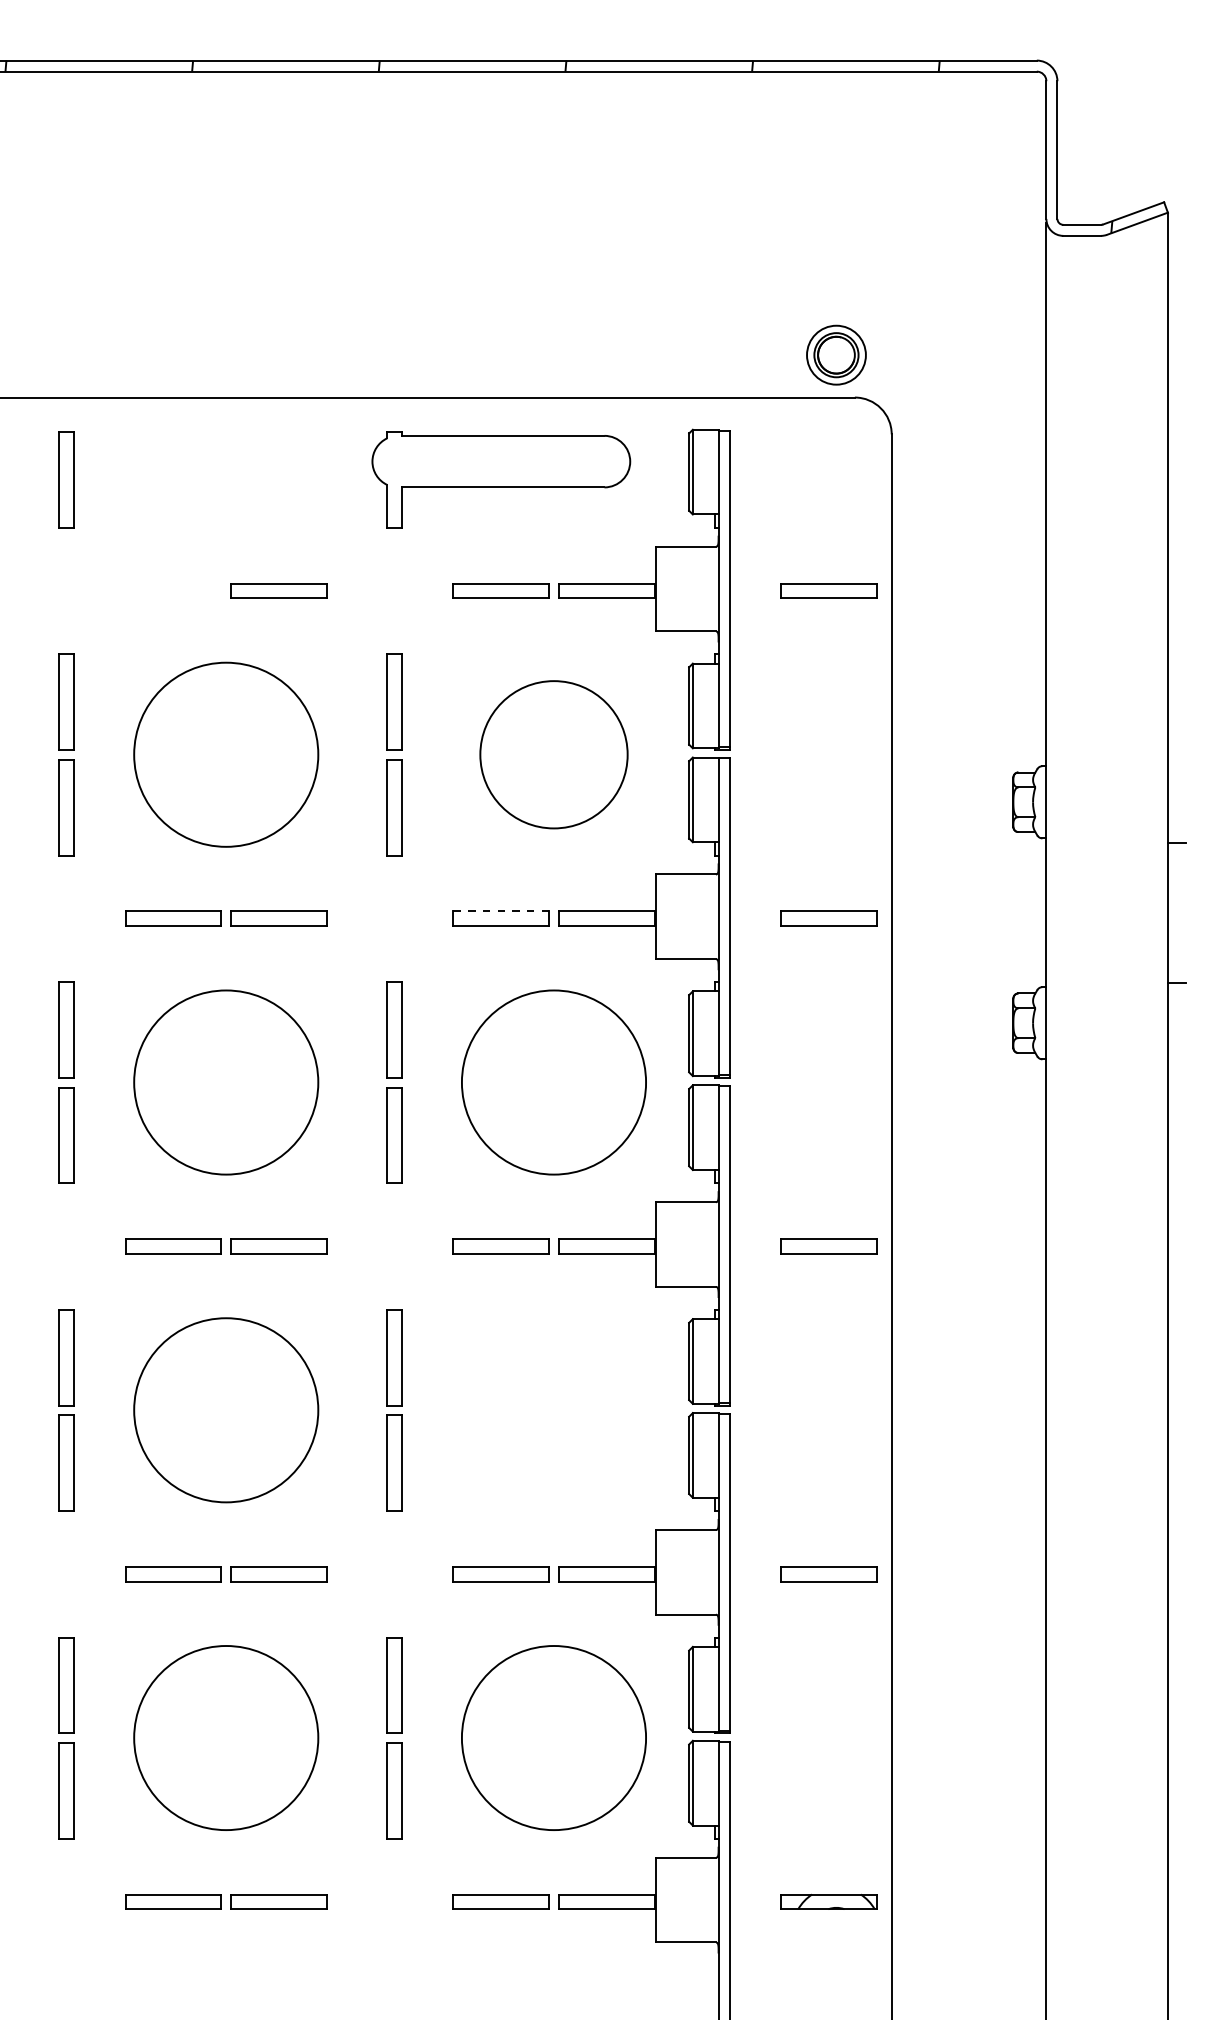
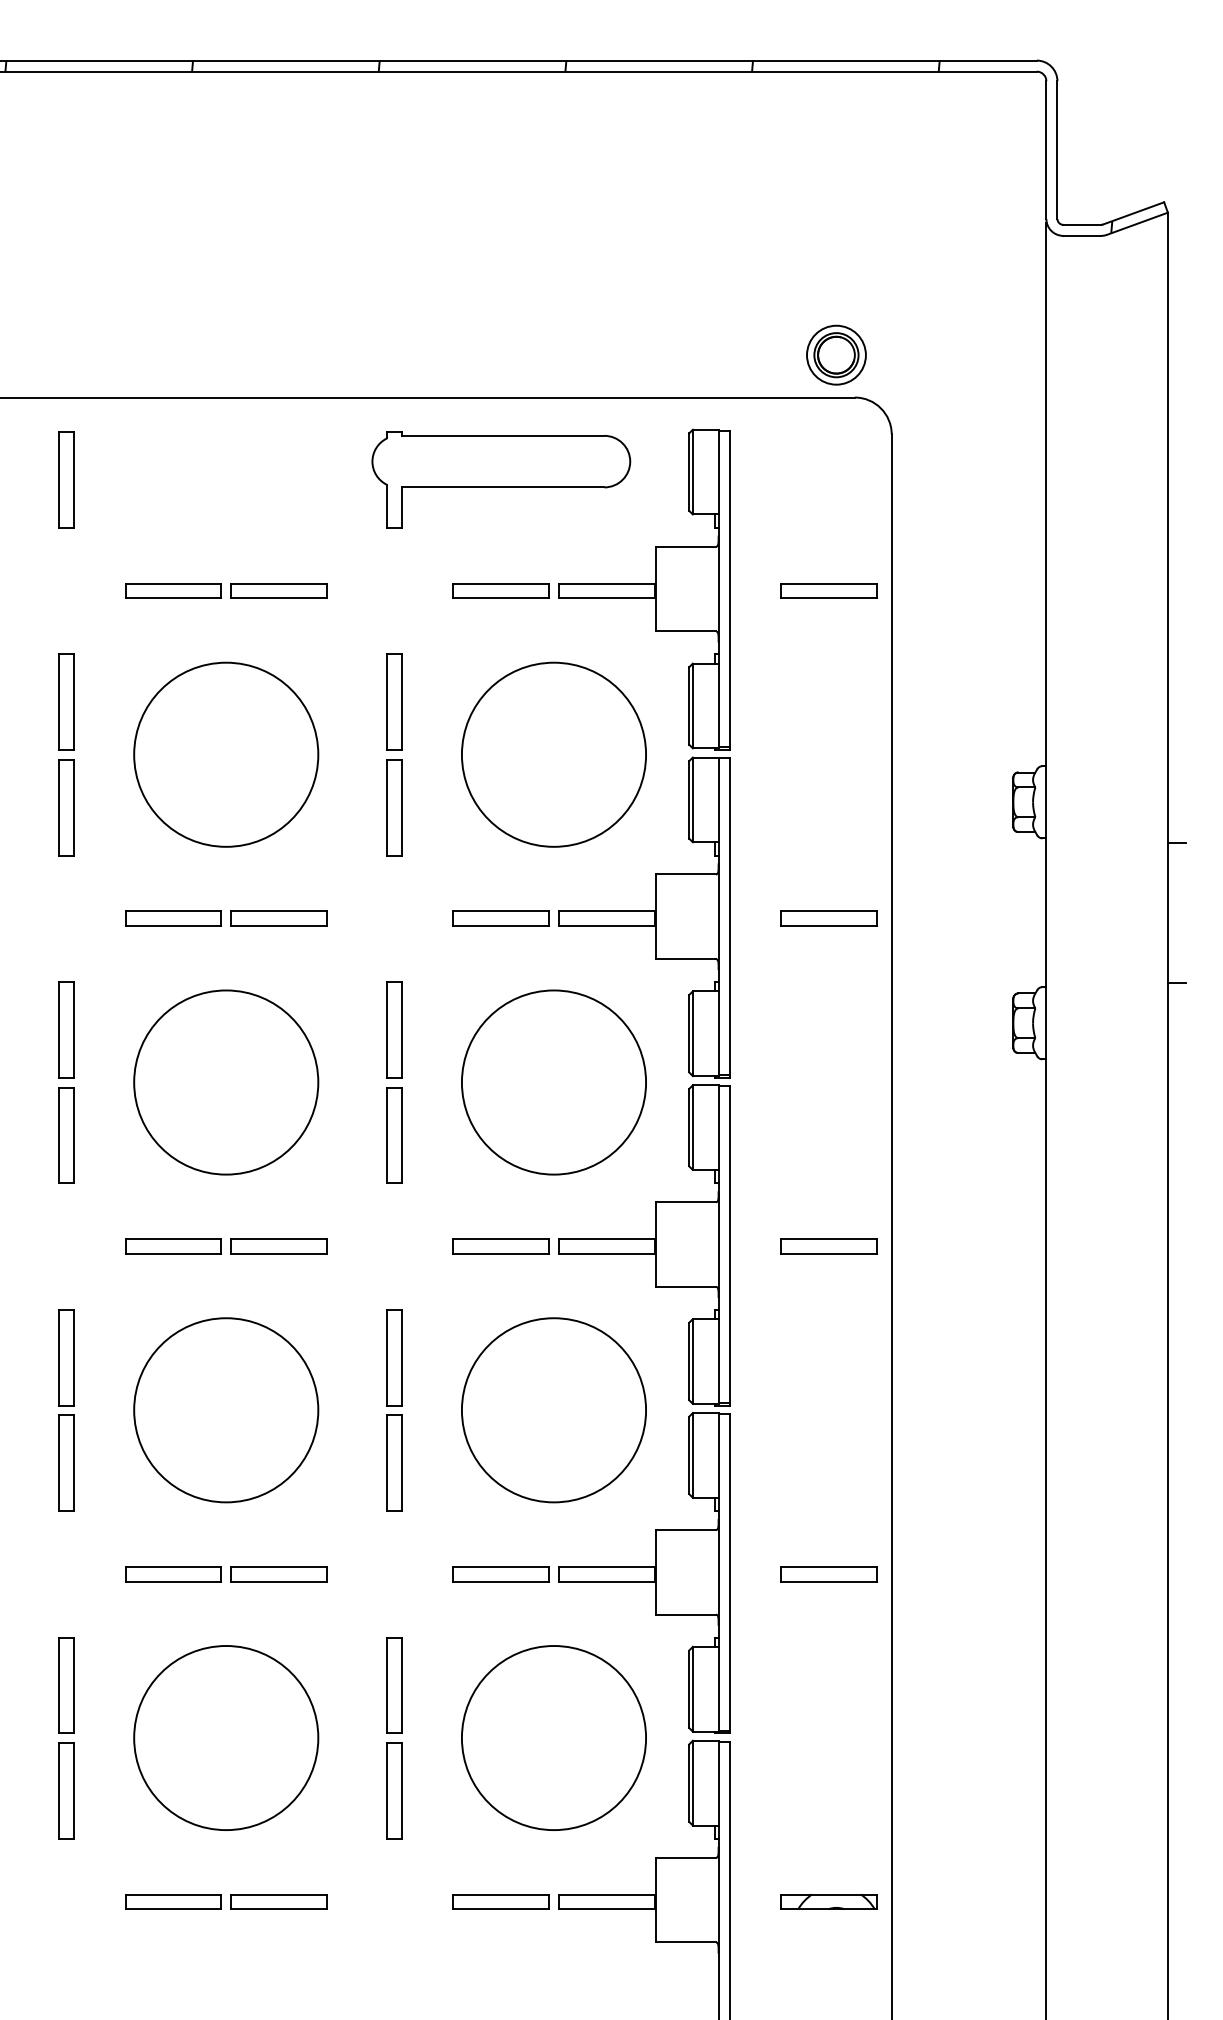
part at (173, 590): none -> present
circle at (553, 754) diameter: 147 px -> 184 px
line at (501, 911): dashed -> solid
circle at (553, 1410): none -> present
